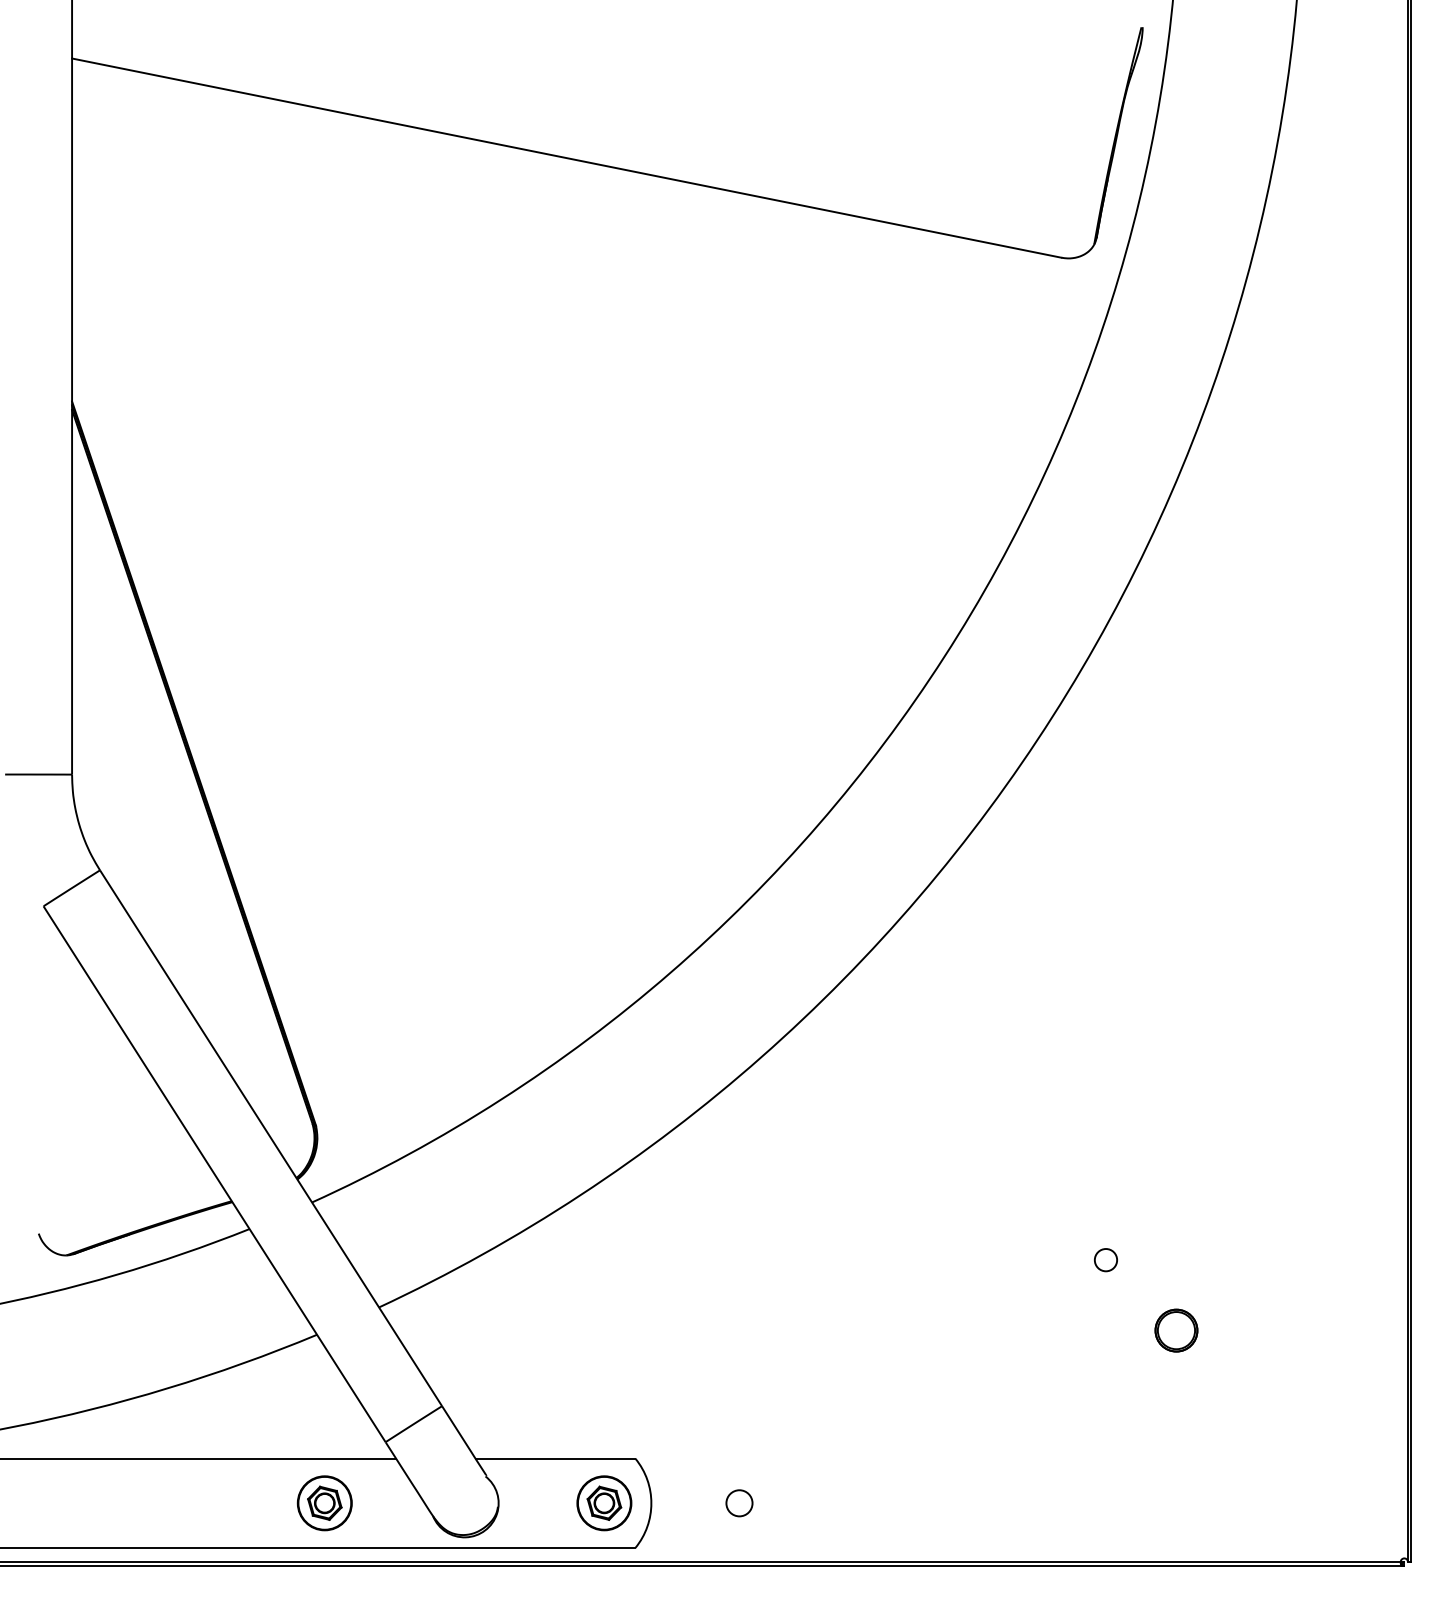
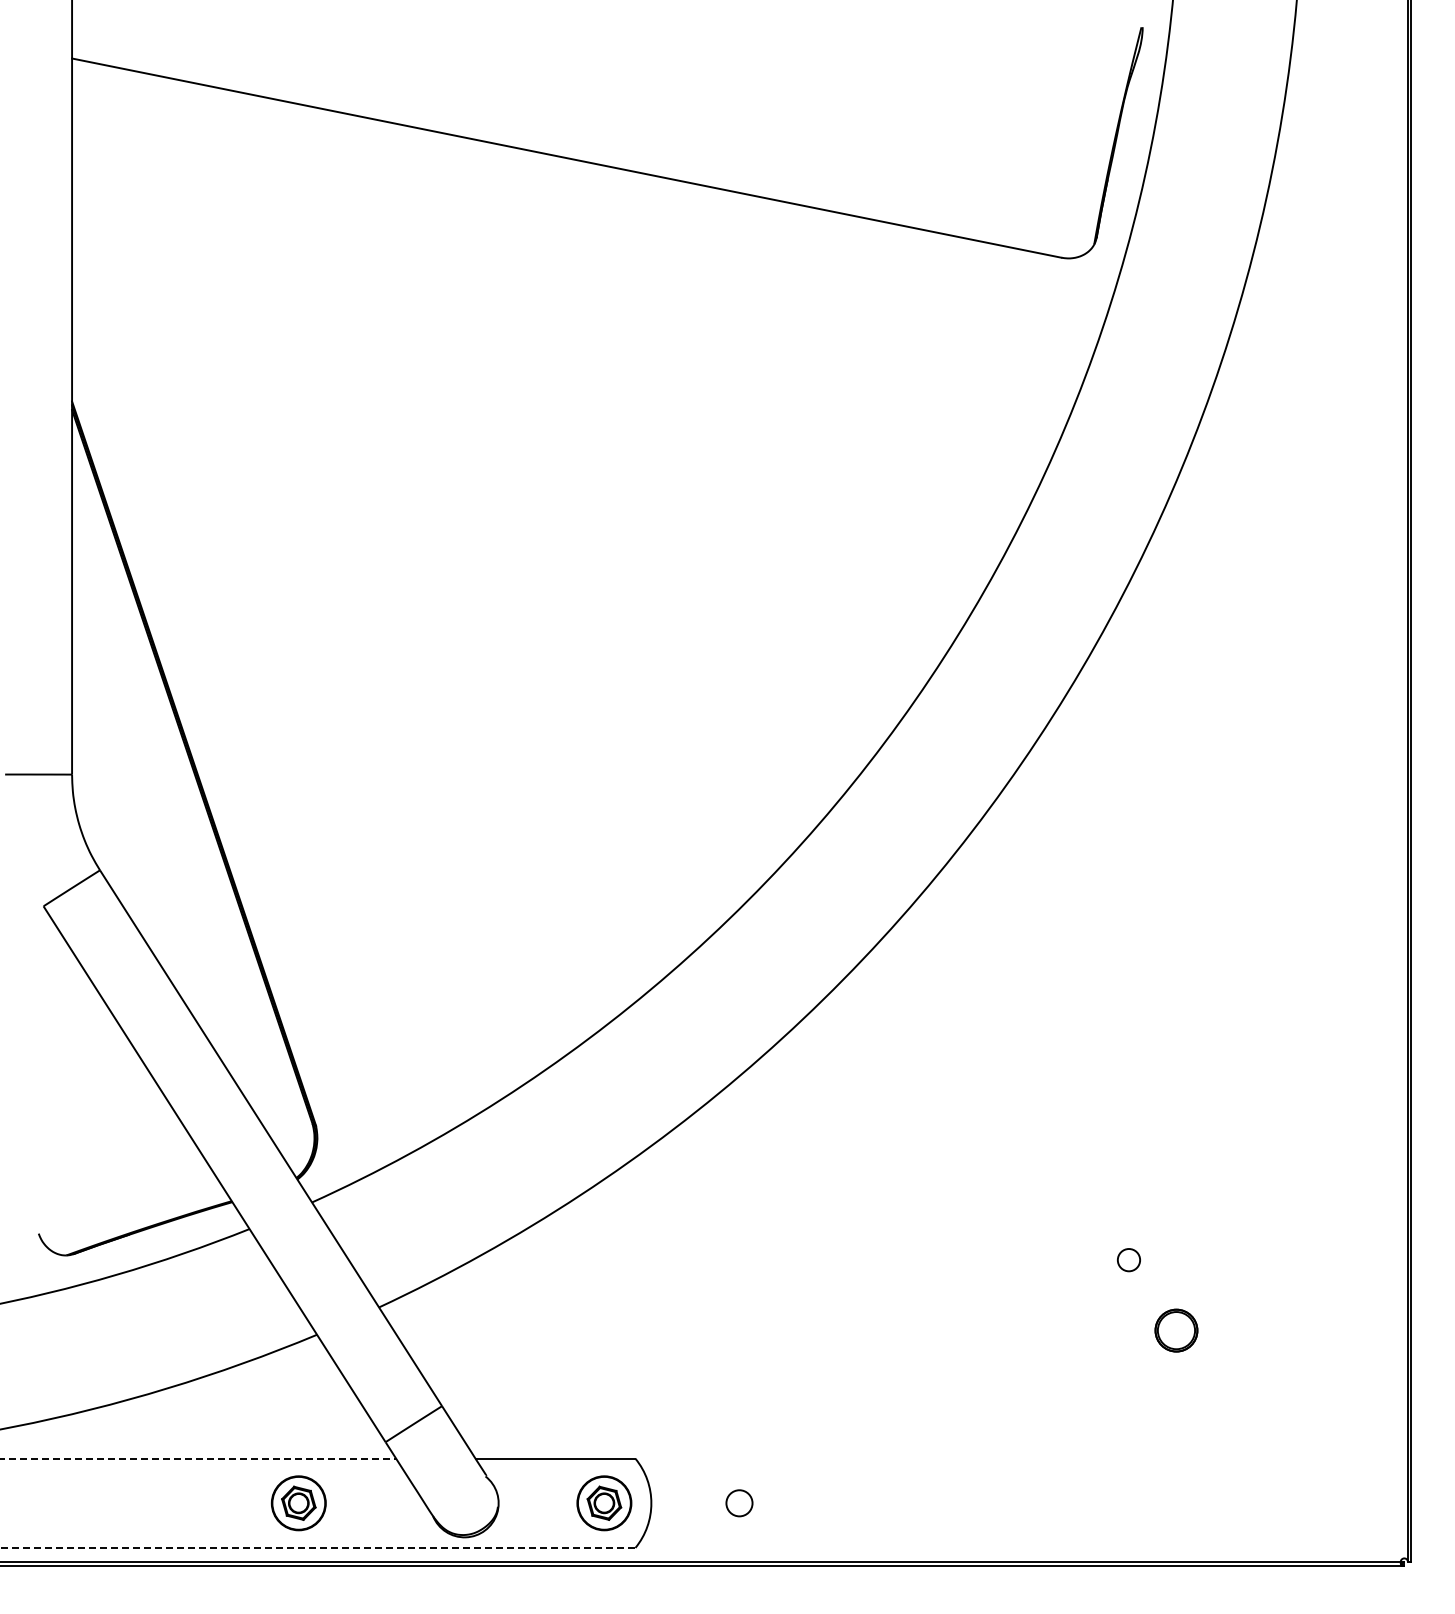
circle at (1105, 1260) position: (1105, 1260) -> (1128, 1260)
line at (198, 1458): solid -> dashed
part at (324, 1503) position: (324, 1503) -> (298, 1503)
line at (317, 1547): solid -> dashed
